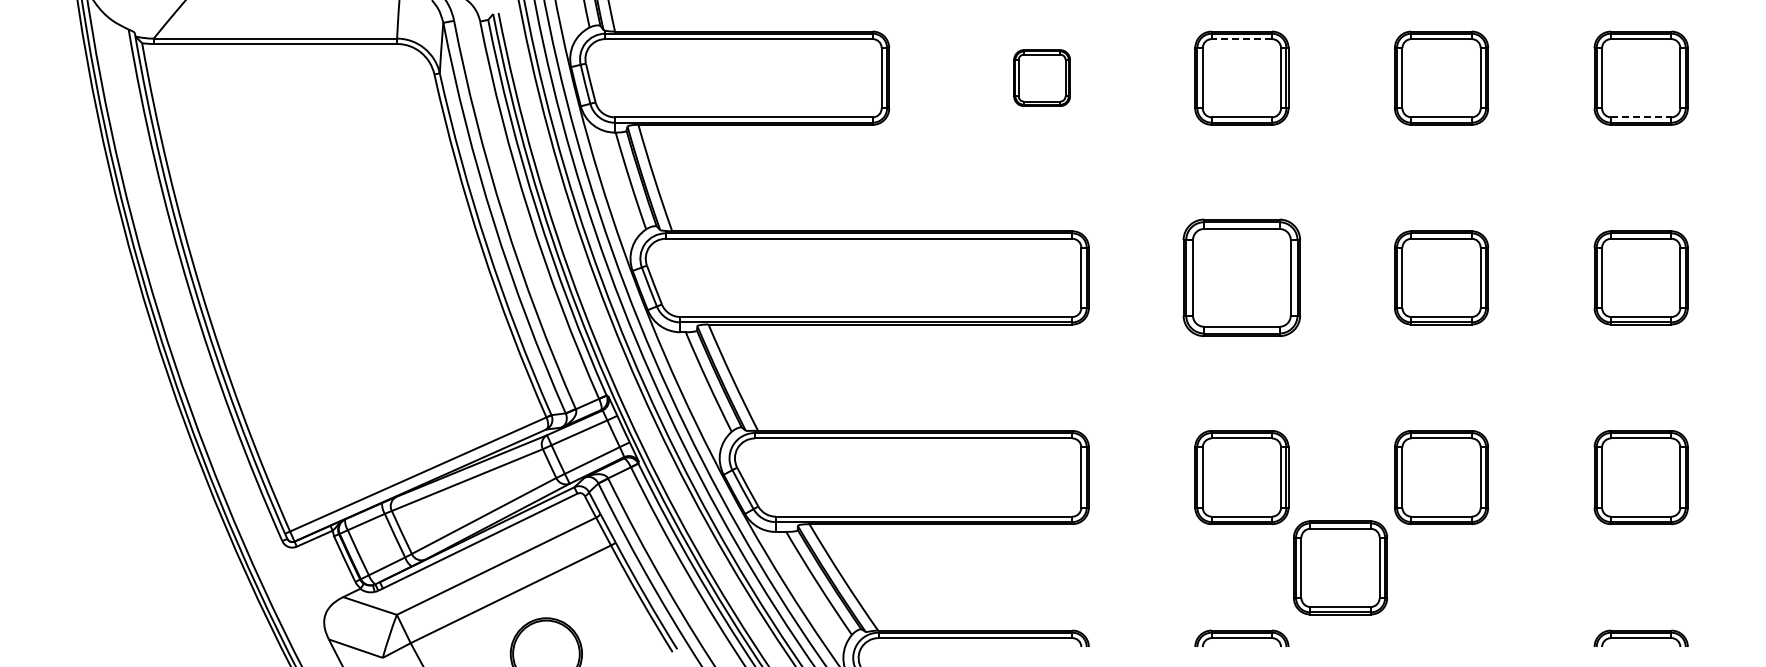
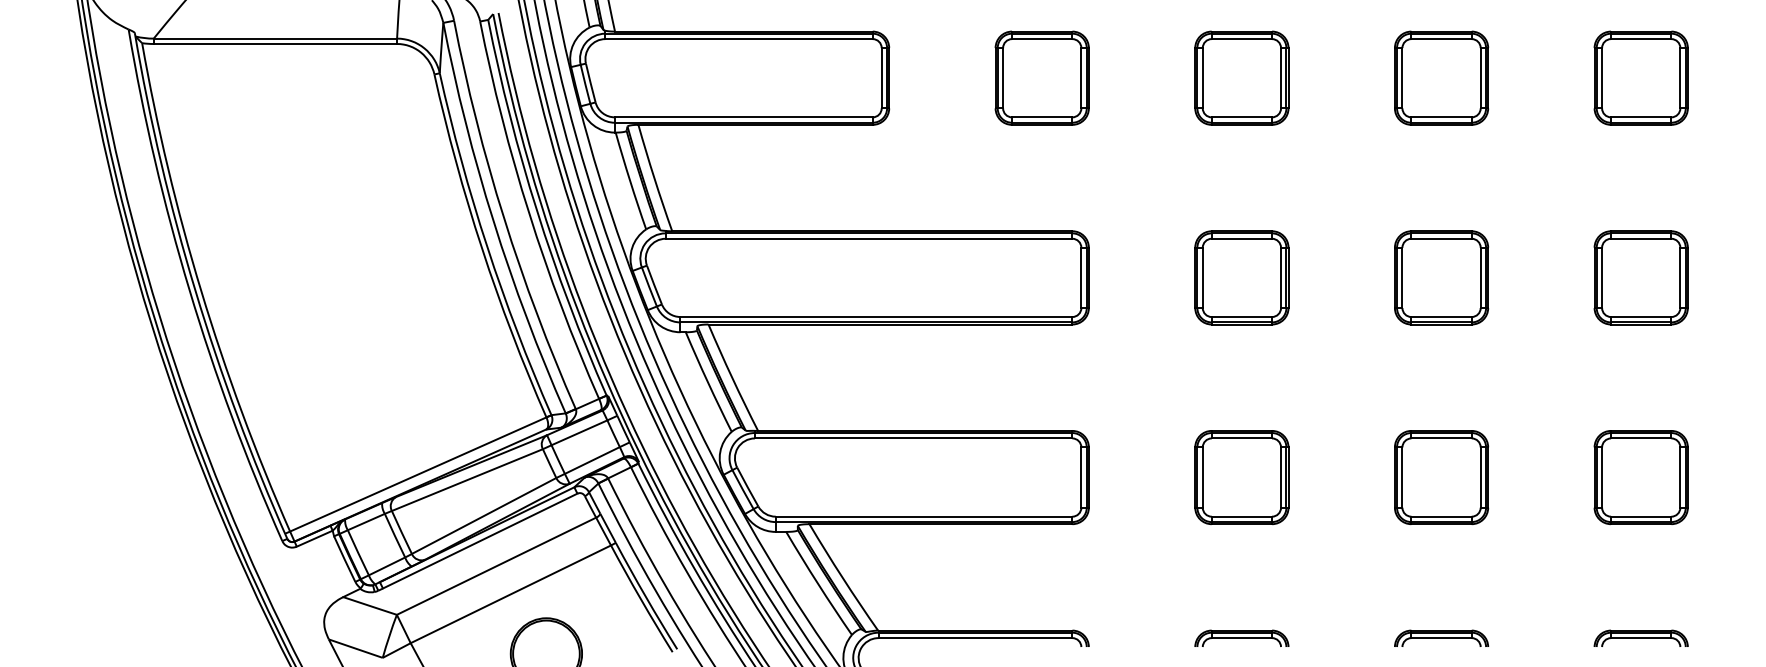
line at (1241, 39): dashed -> solid
part at (1041, 77) size: 58x58 px -> 96x96 px
line at (1641, 117): dashed -> solid
part at (1241, 277) size: 119x119 px -> 96x96 px
part at (1340, 567): present -> none
part at (1441, 637): none -> present
